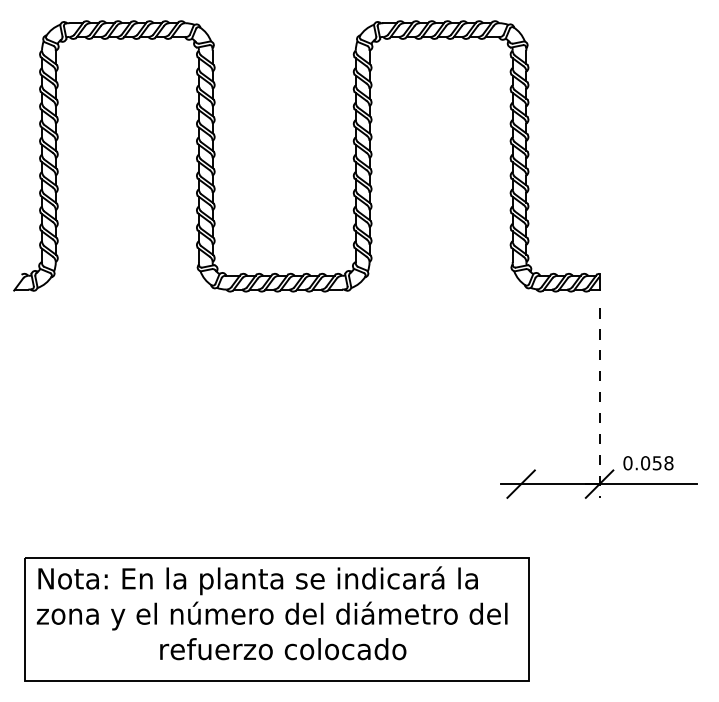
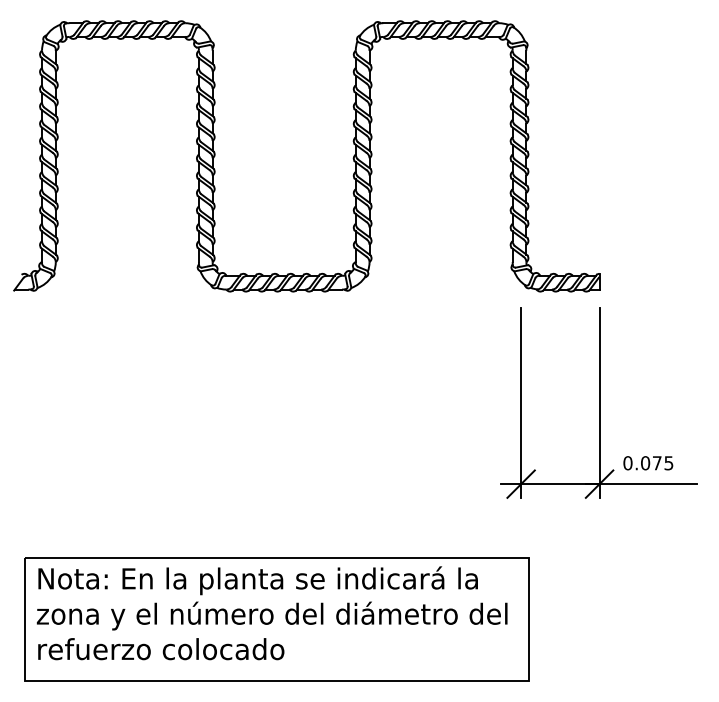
line at (521, 402): none -> present
line at (599, 403): dashed -> solid
text at (662, 463): 0.058 -> 0.075
text at (283, 649) position: (283, 649) -> (161, 649)
